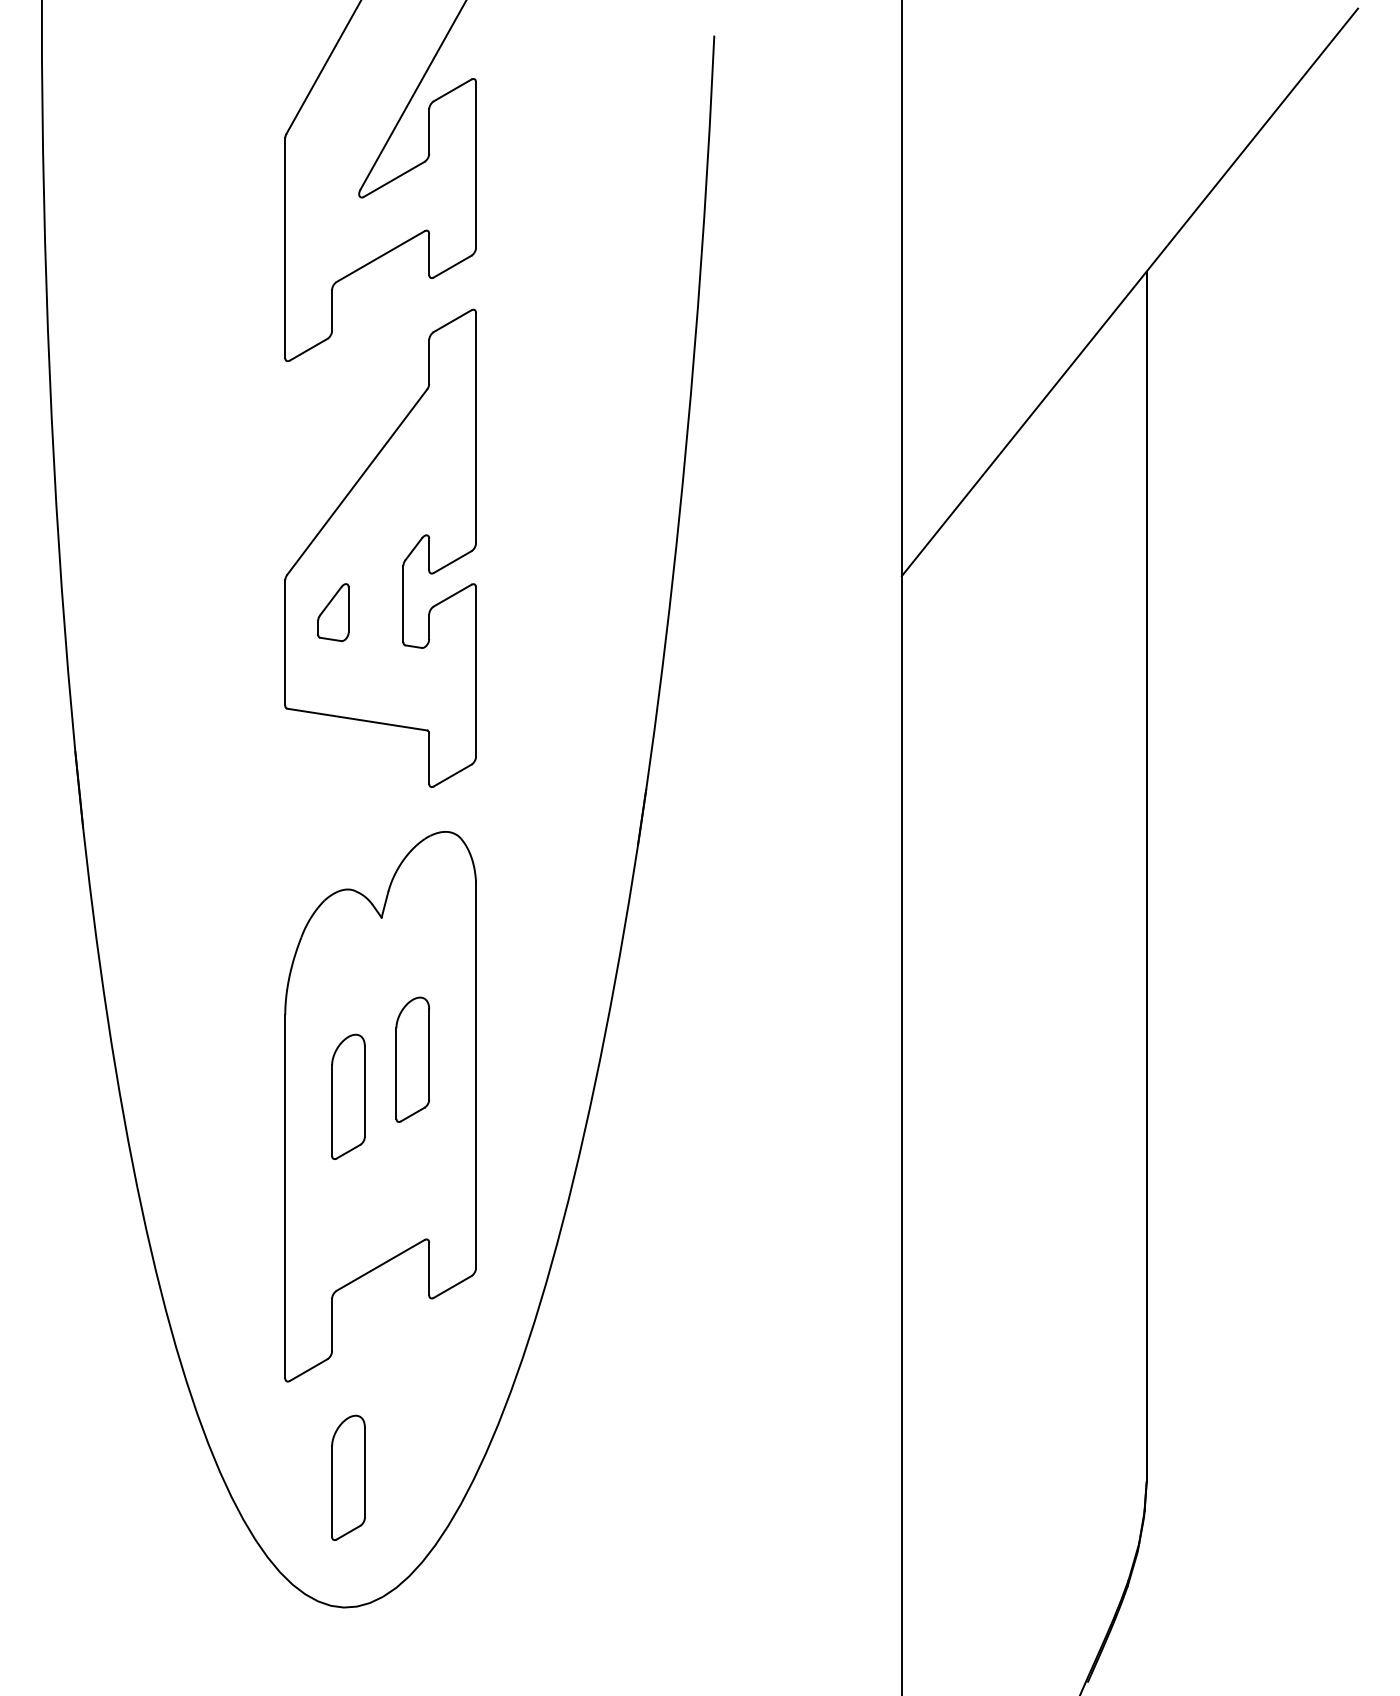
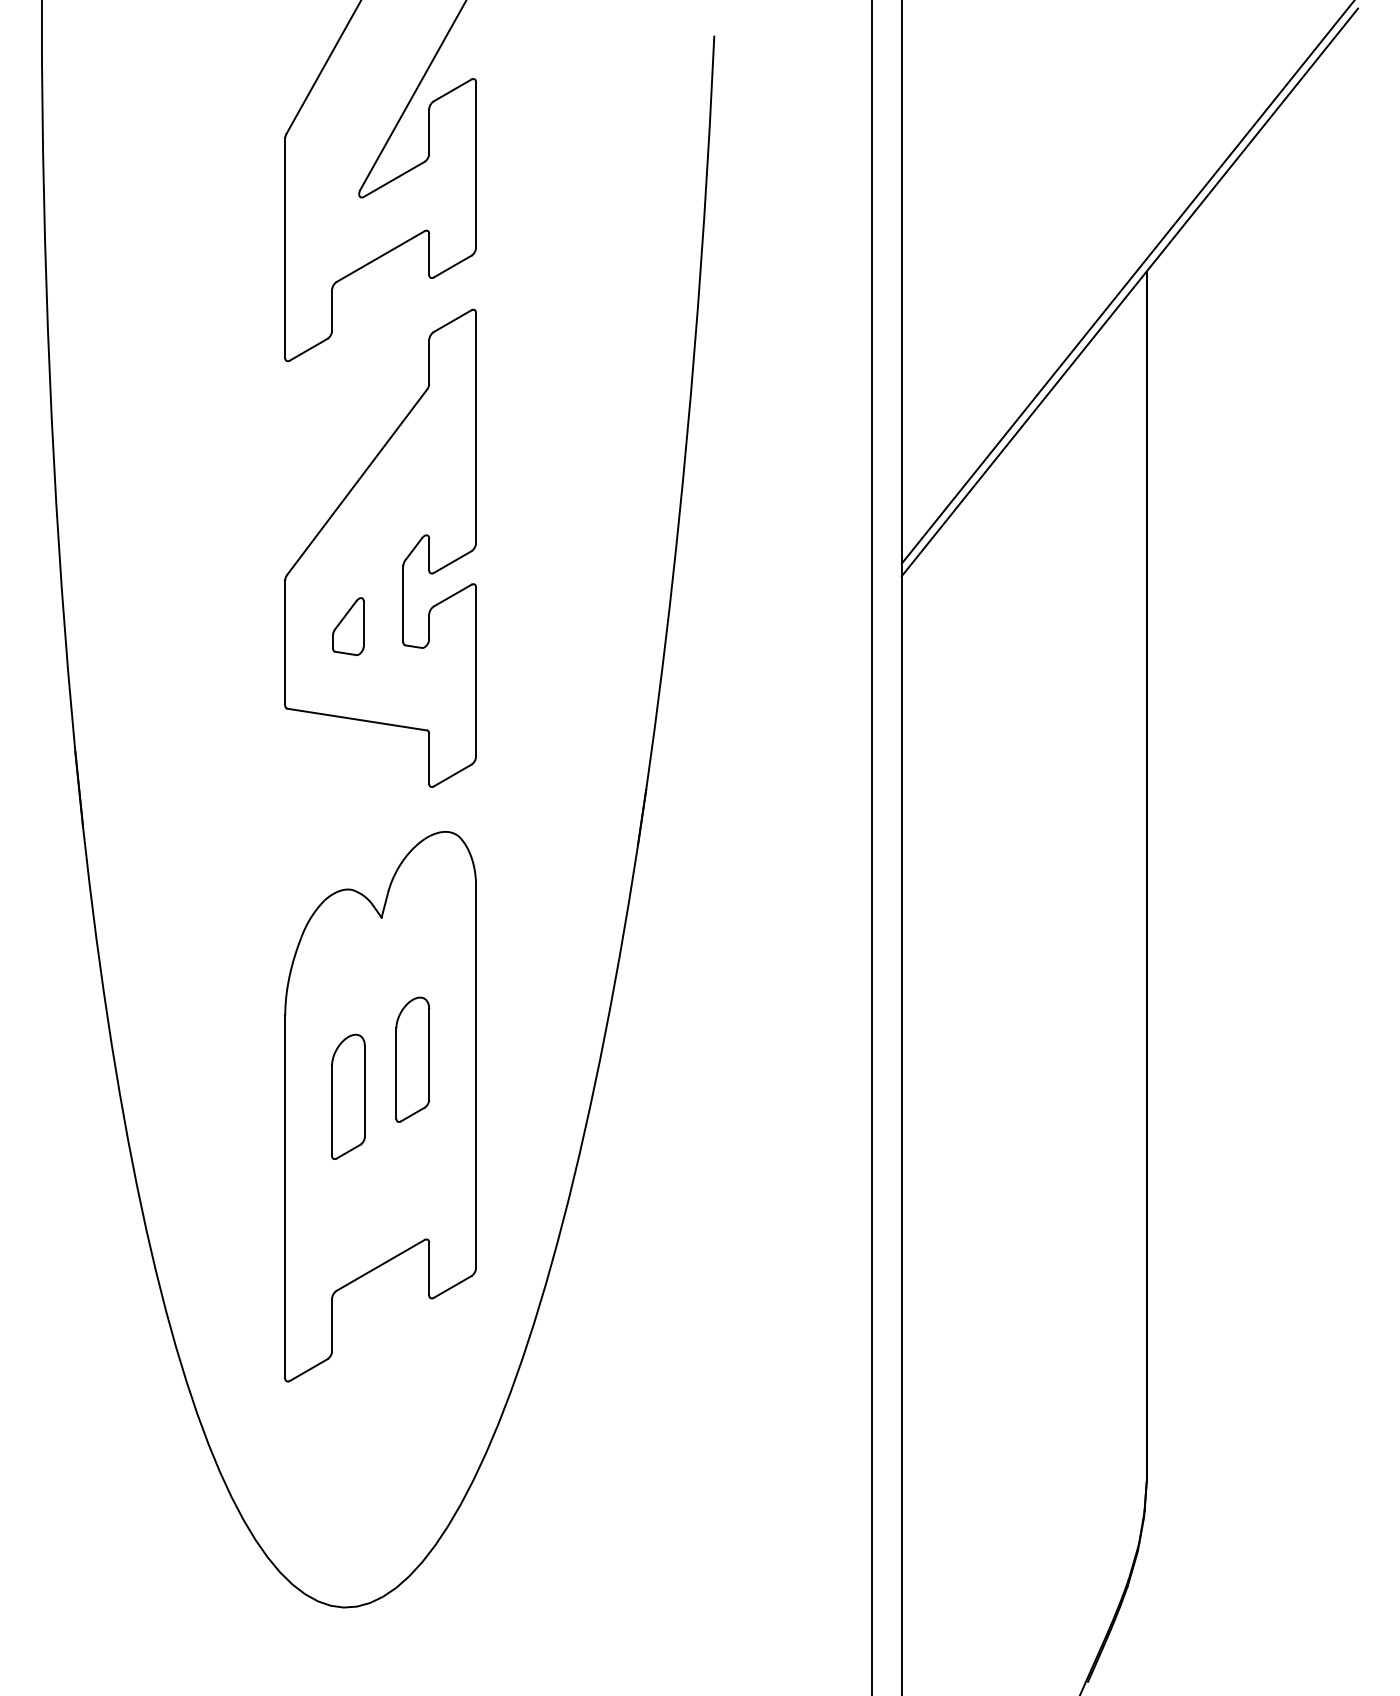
line at (1127, 282): none -> present
part at (333, 612) position: (333, 612) -> (348, 626)
line at (872, 847): none -> present
part at (348, 1477): present -> none
